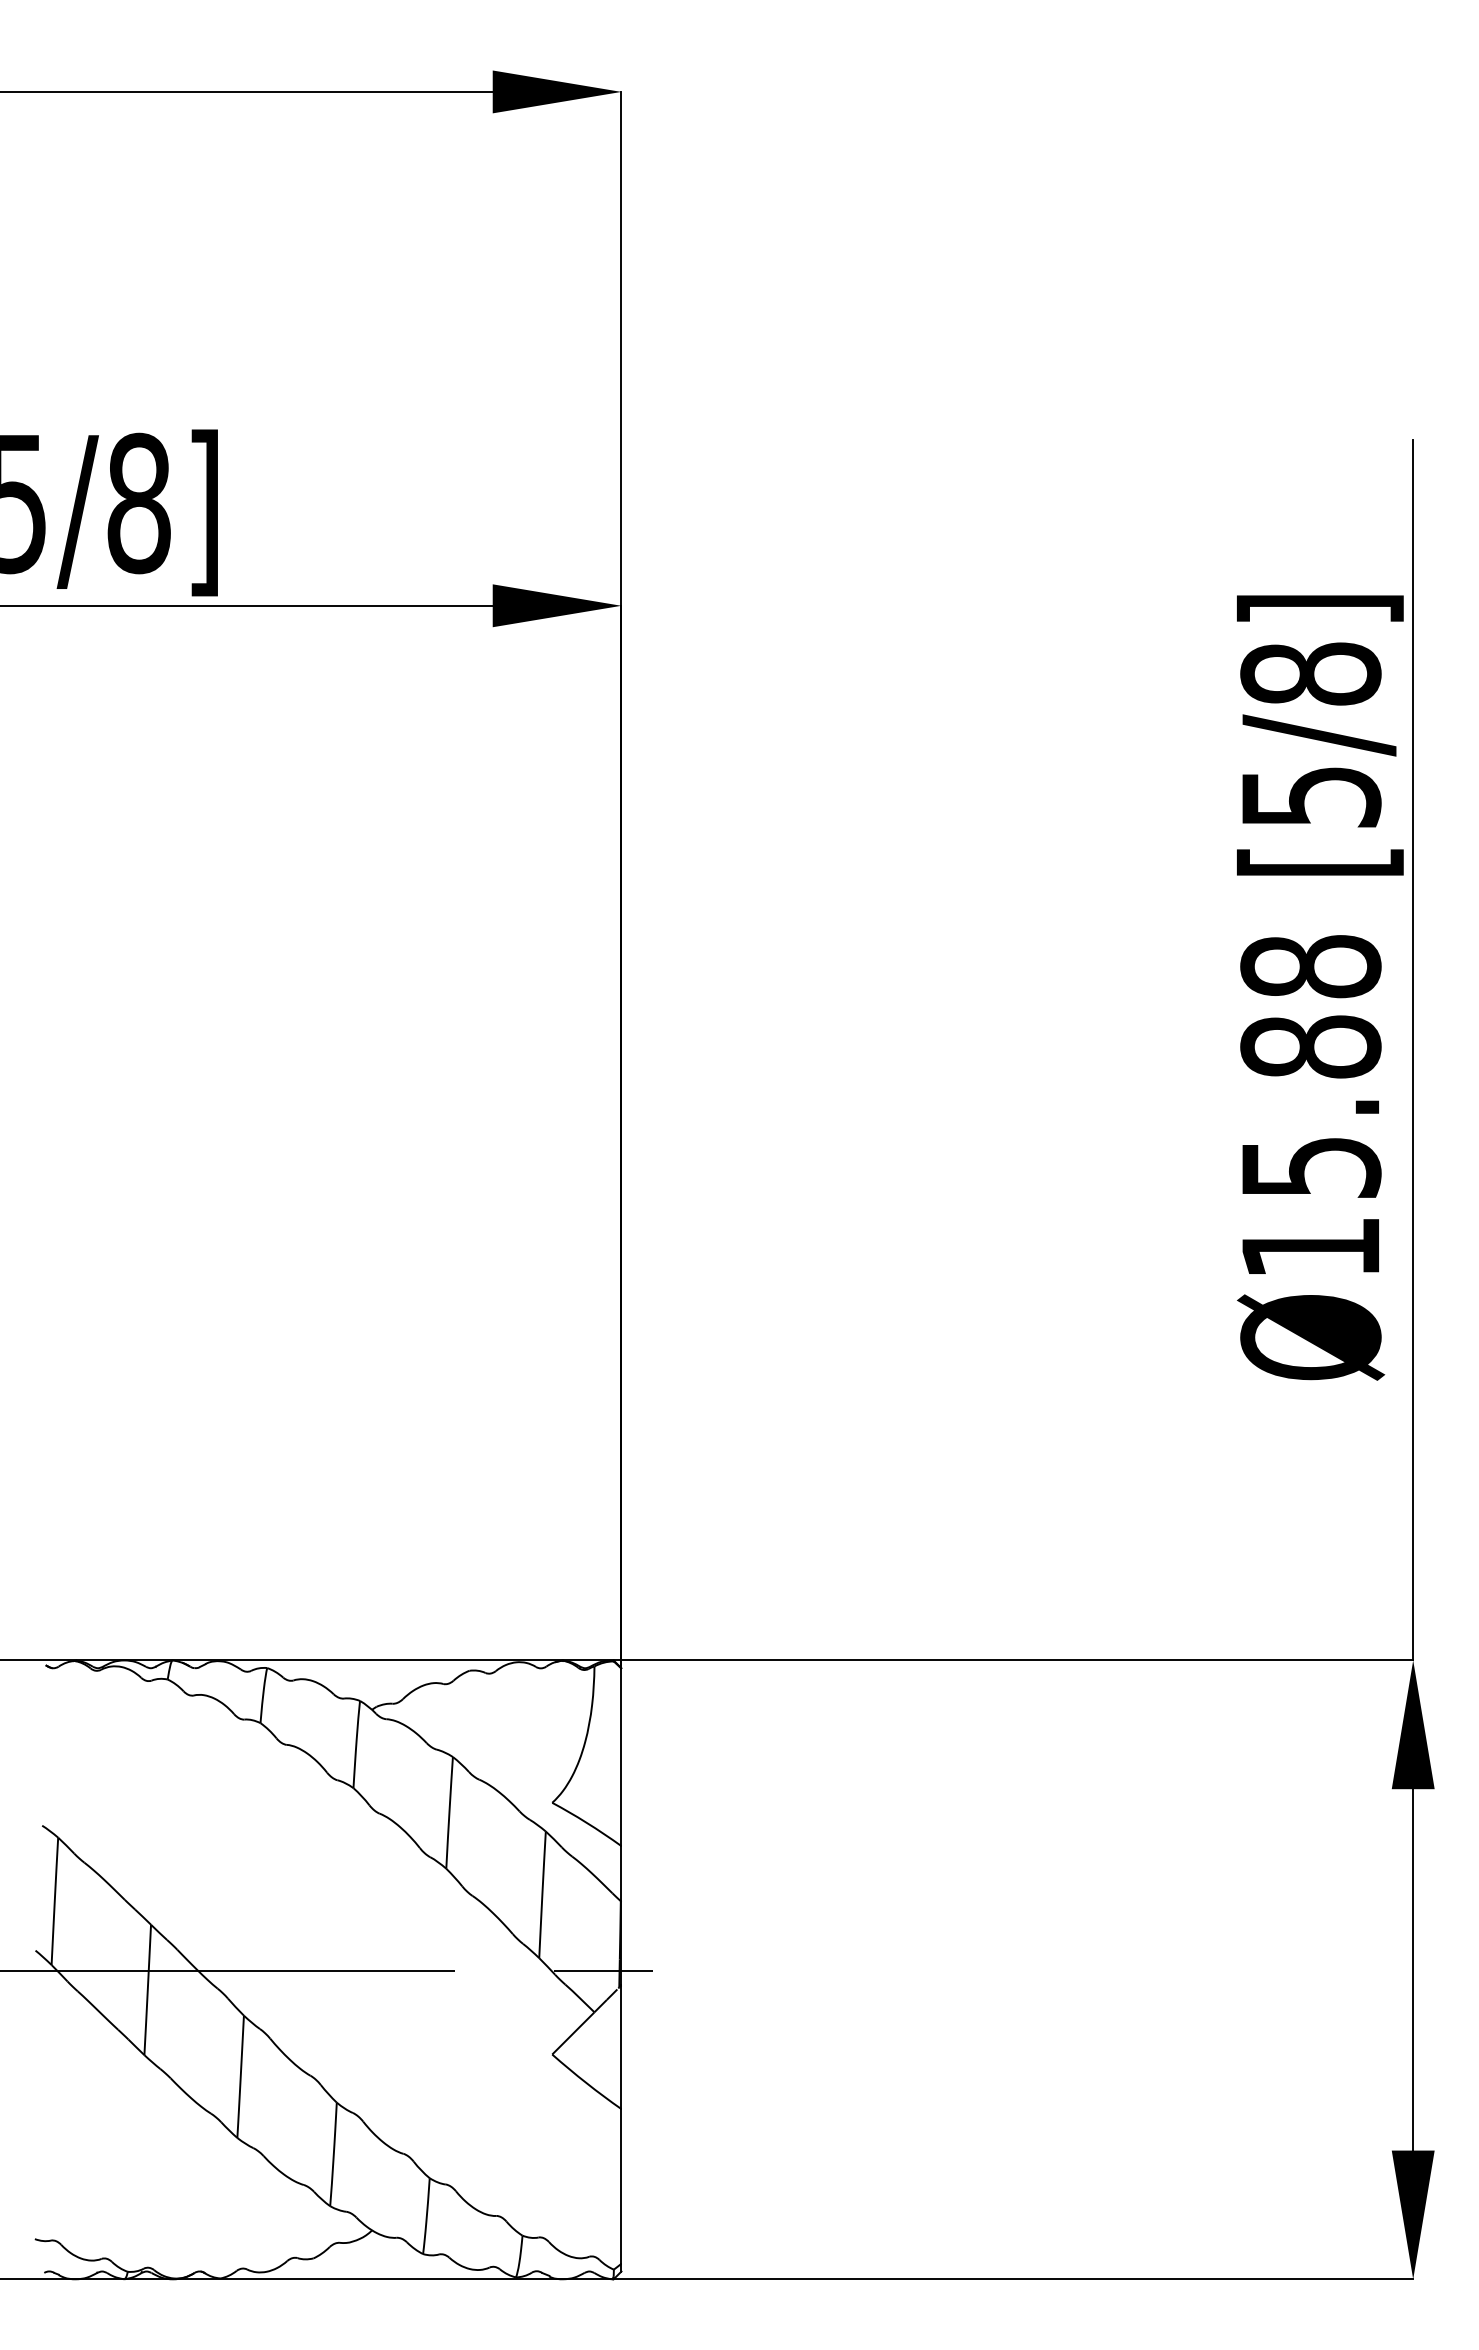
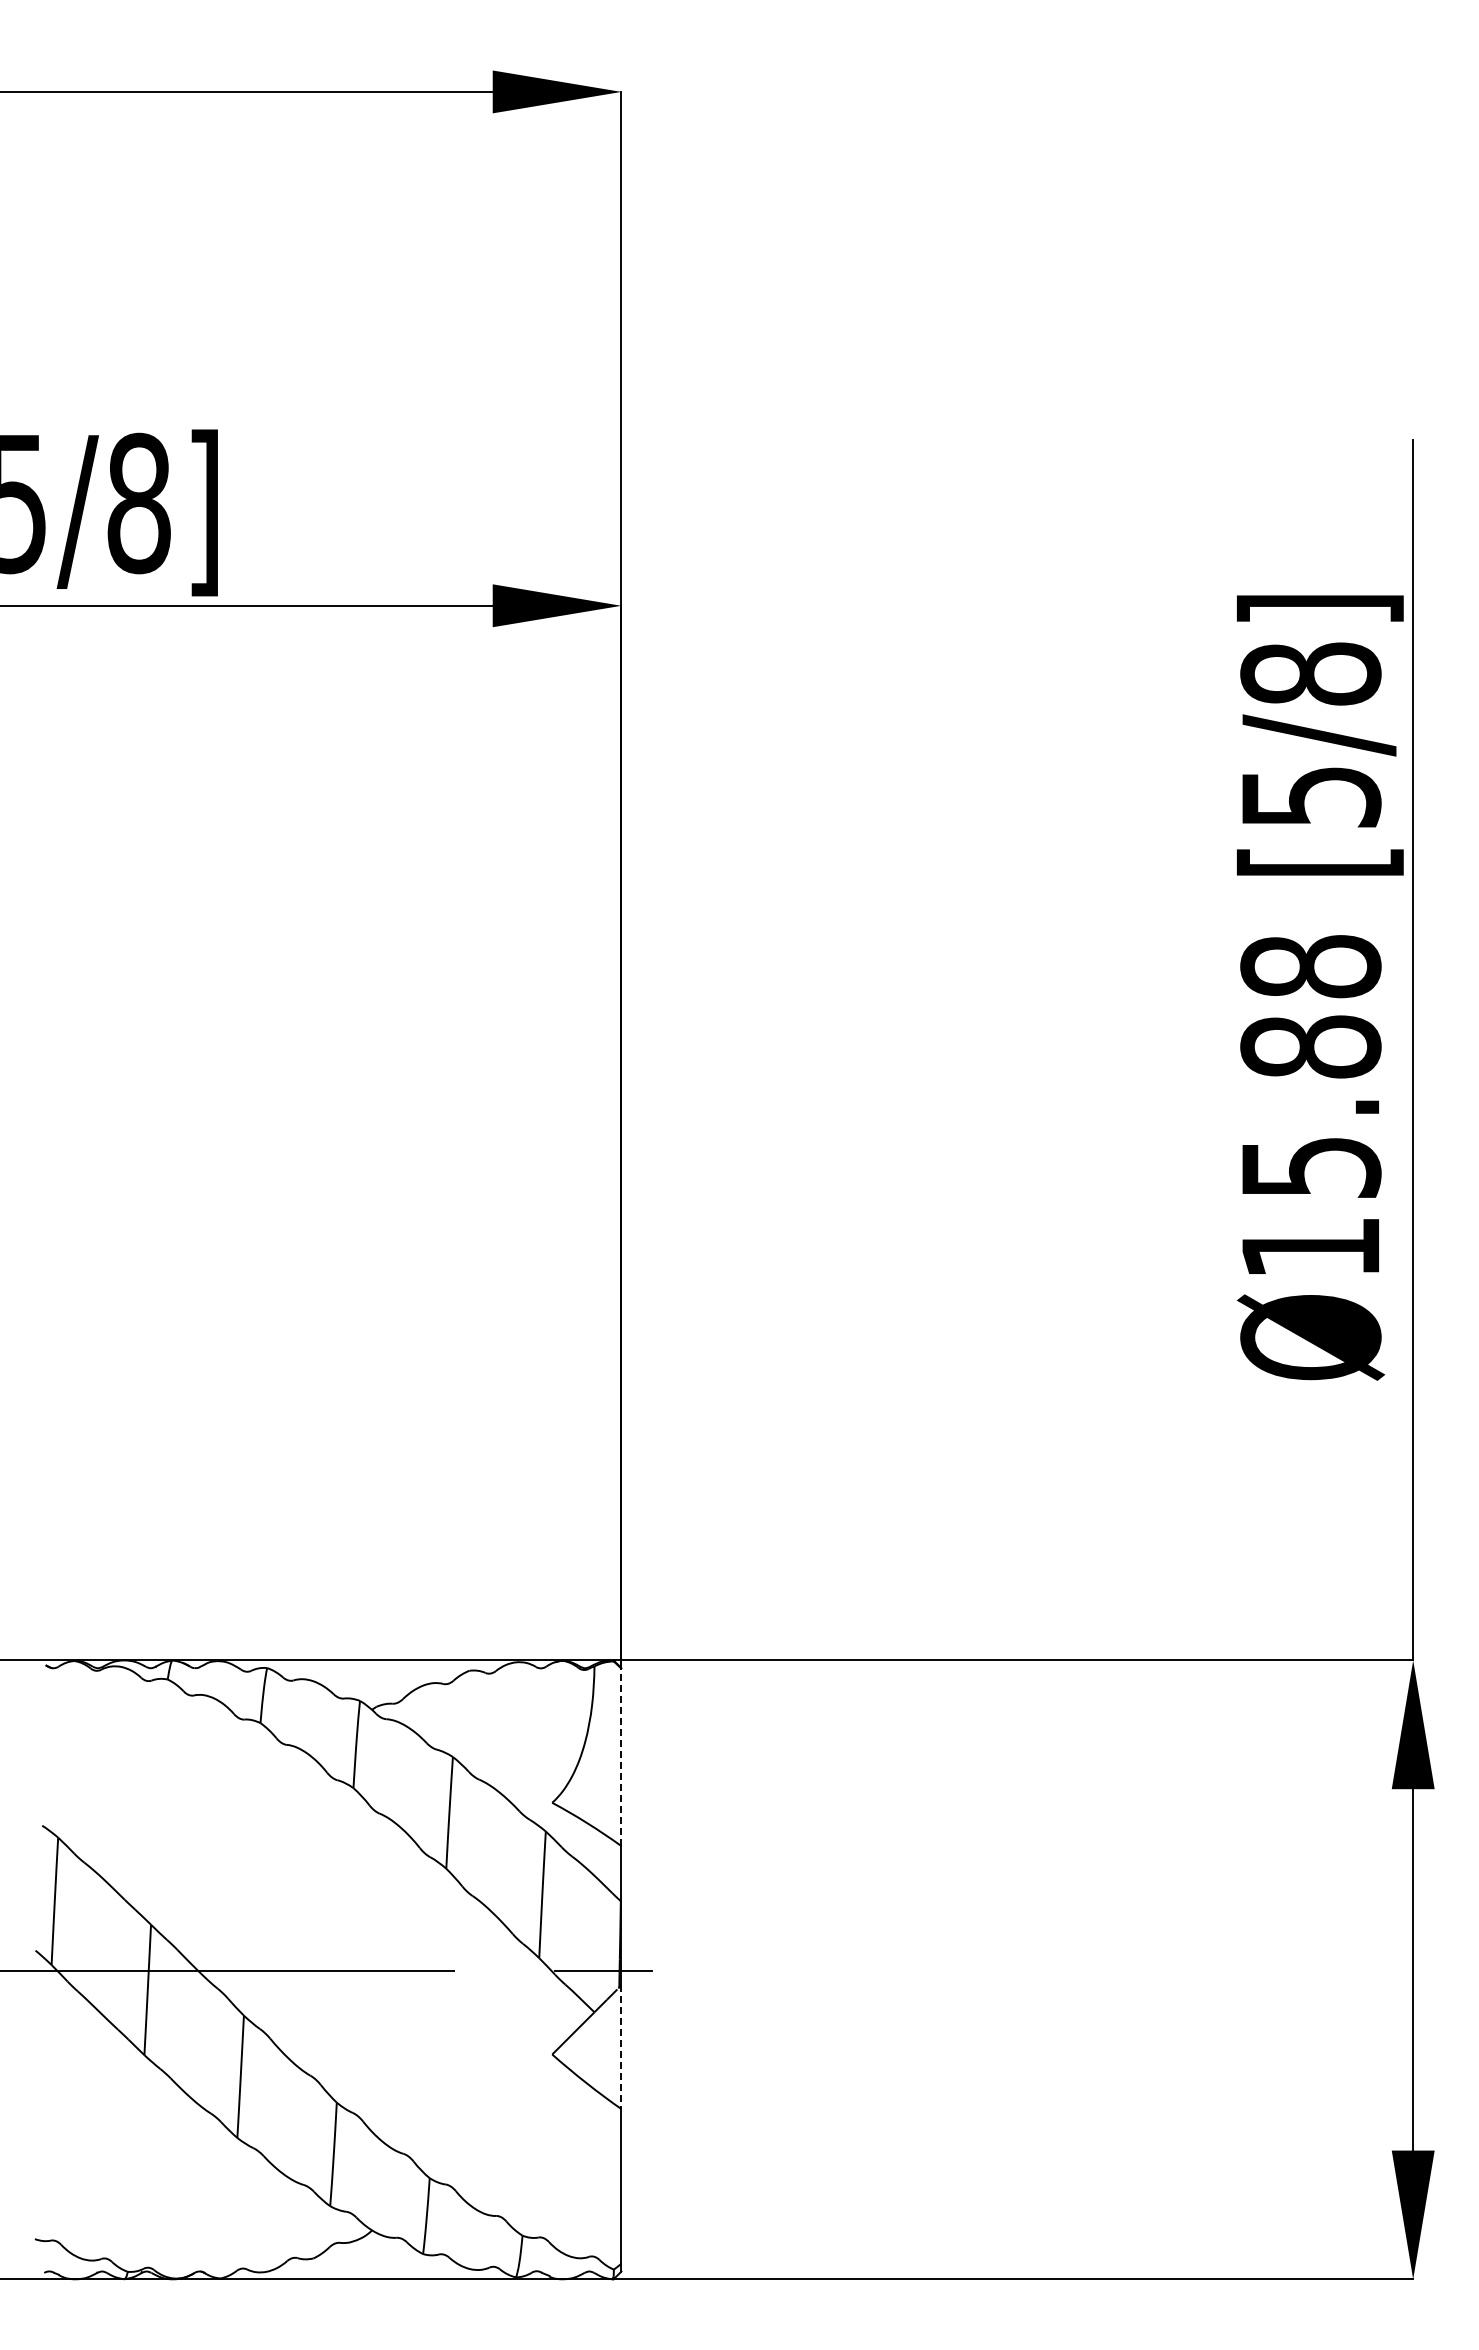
line at (621, 1757): solid -> dashed
line at (621, 2047): solid -> dashed
